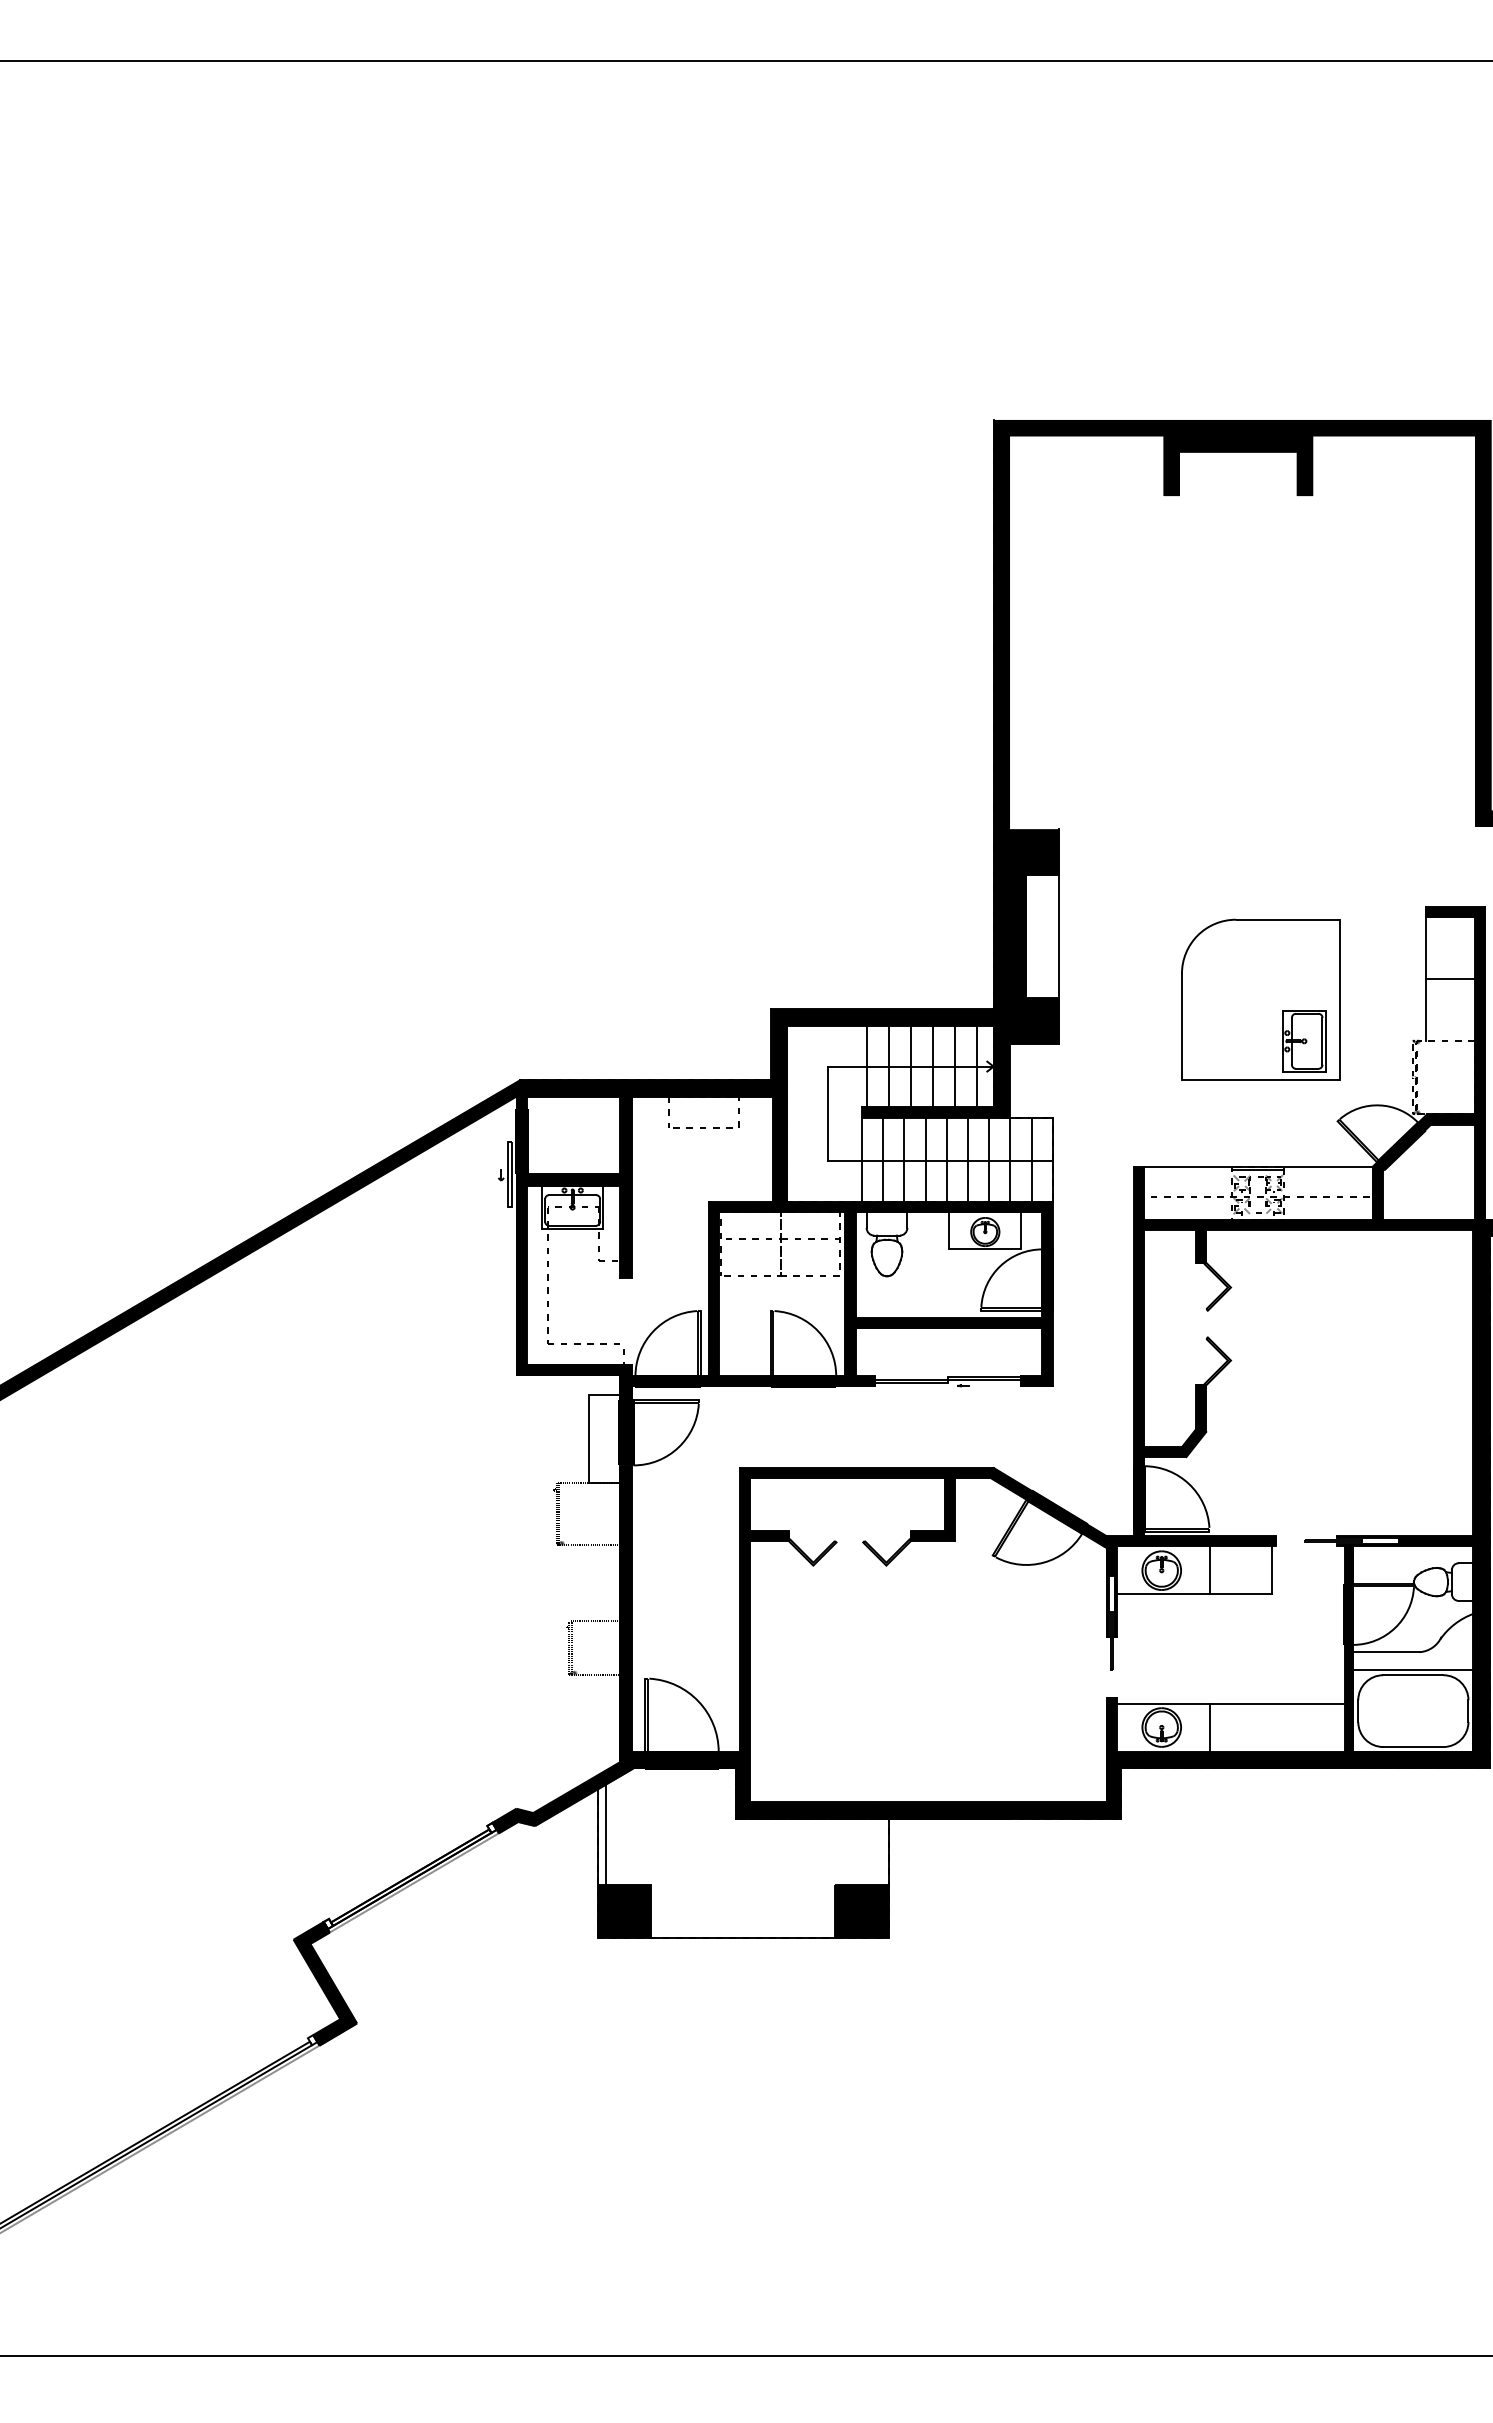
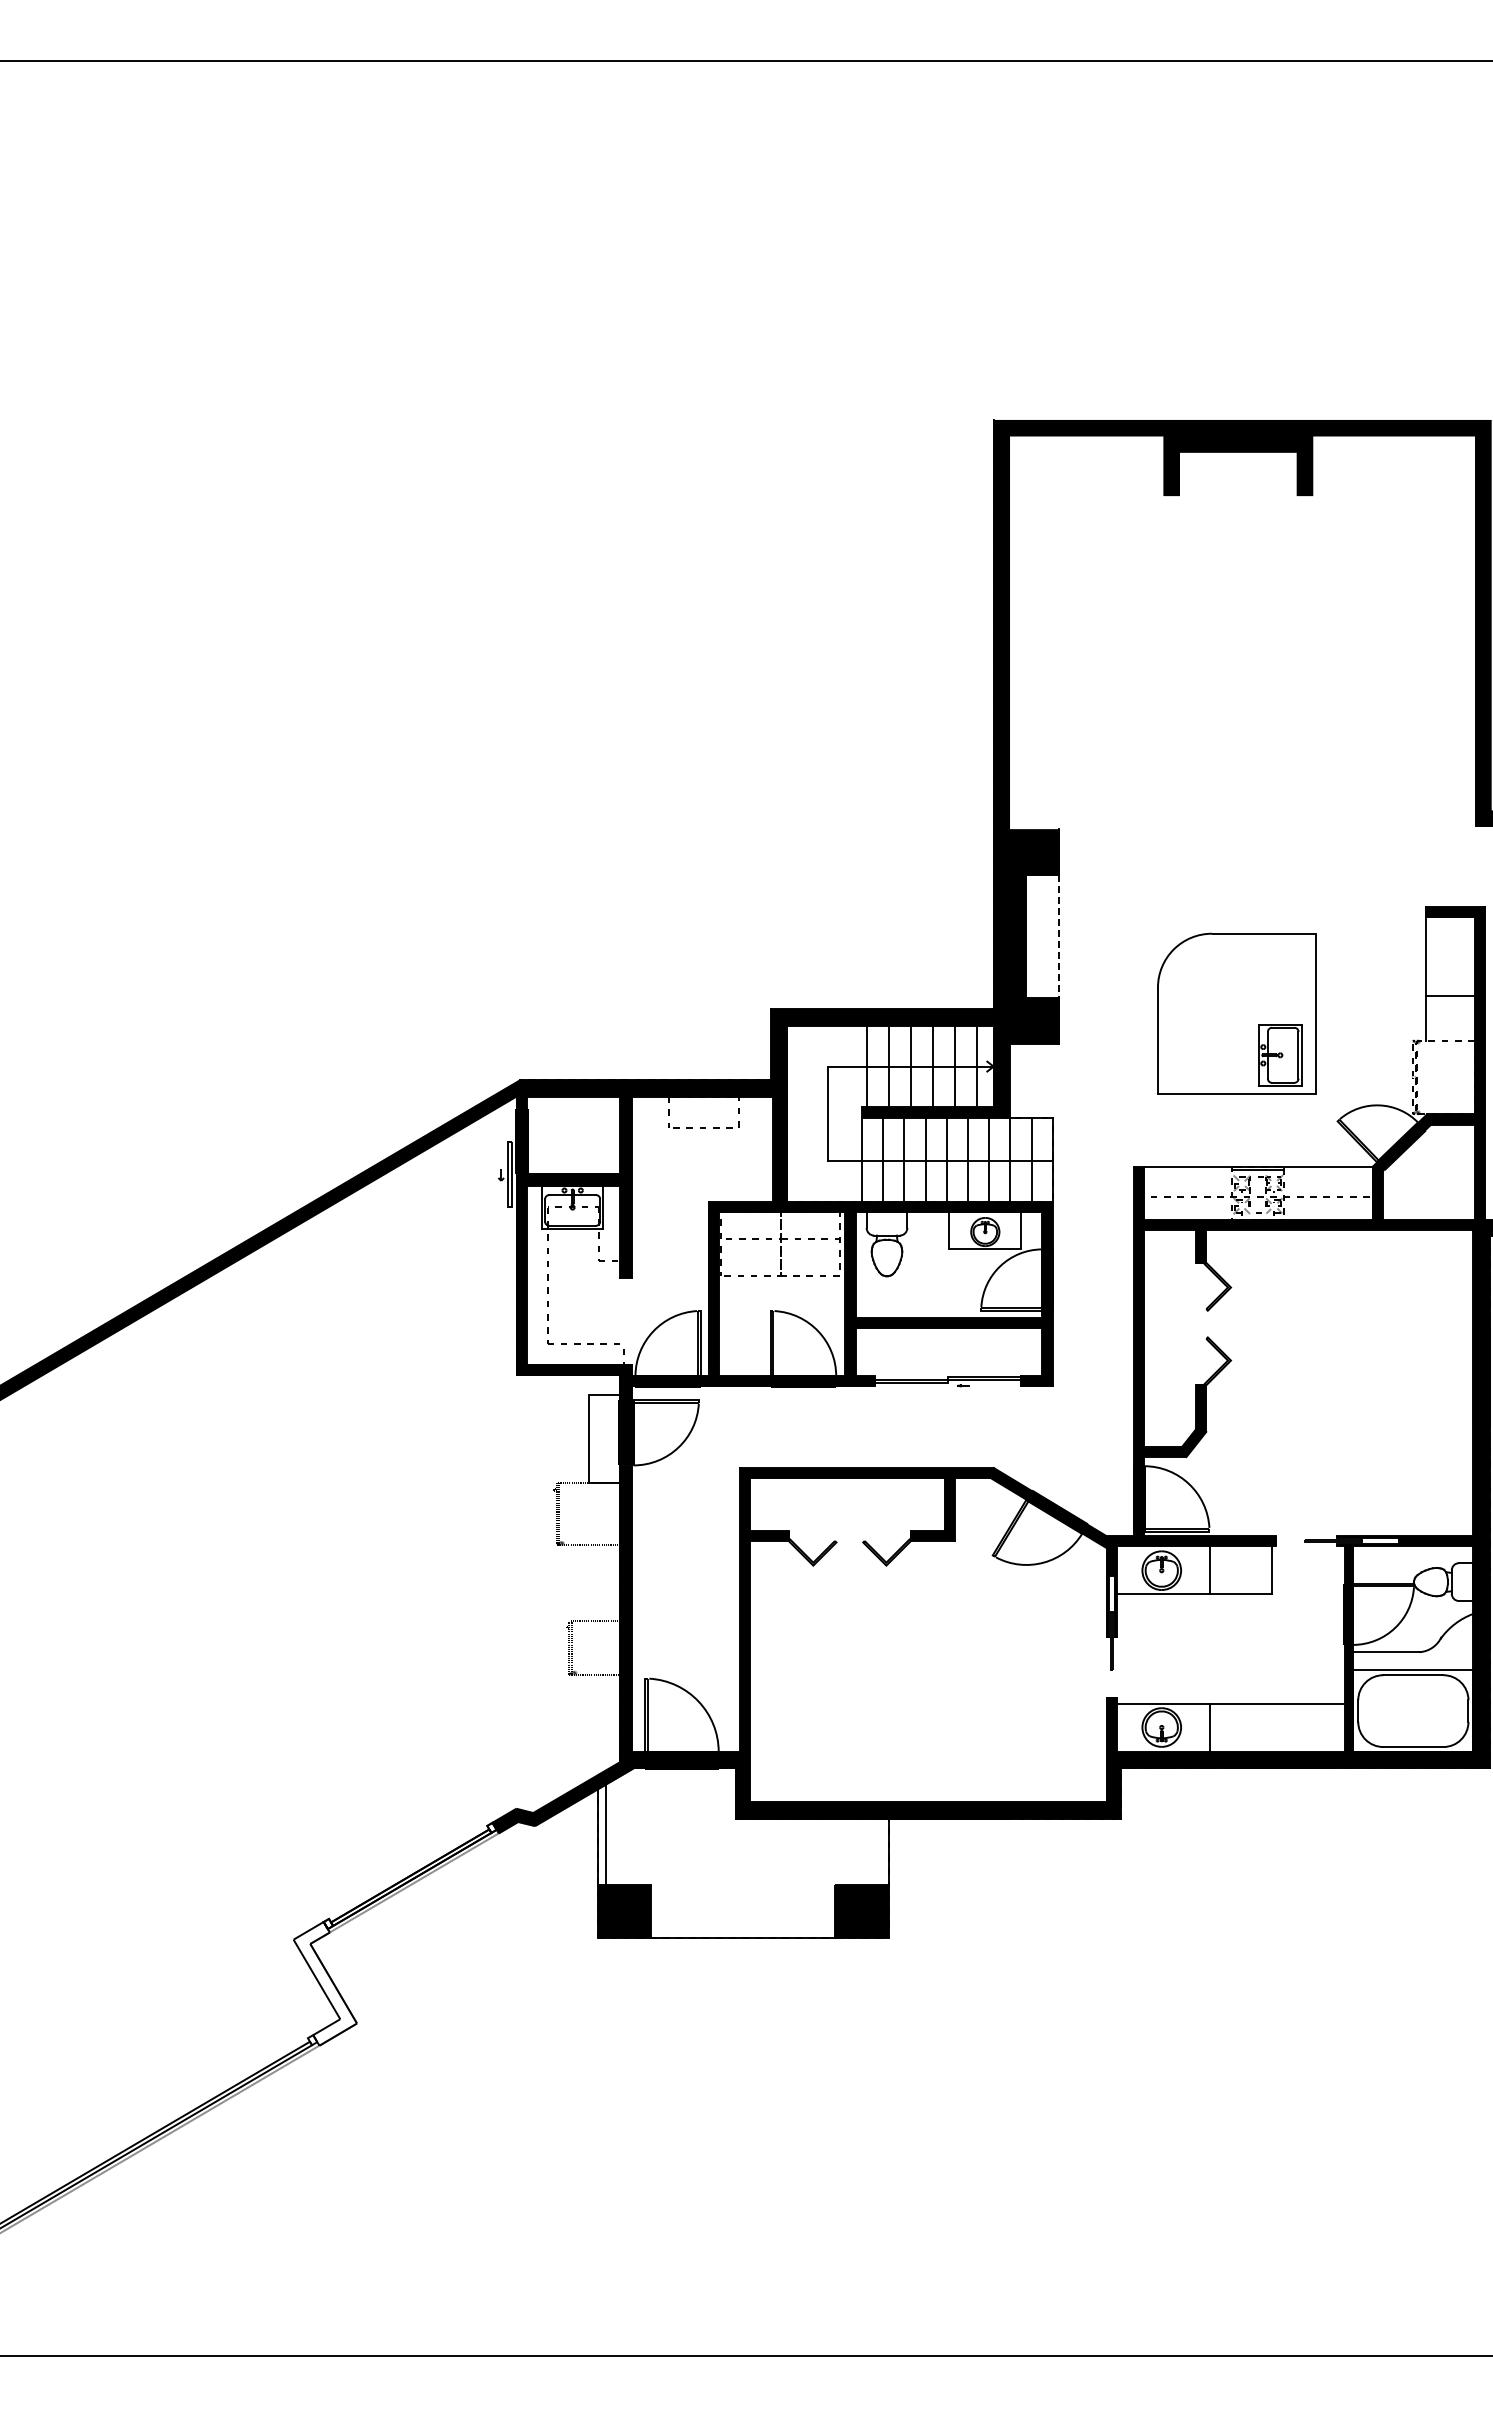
line at (1059, 936): solid -> dashed
line at (1450, 979) position: (1450, 979) -> (1450, 996)
part at (1260, 999) position: (1260, 999) -> (1236, 1013)
fill at (325, 1983): present -> none
